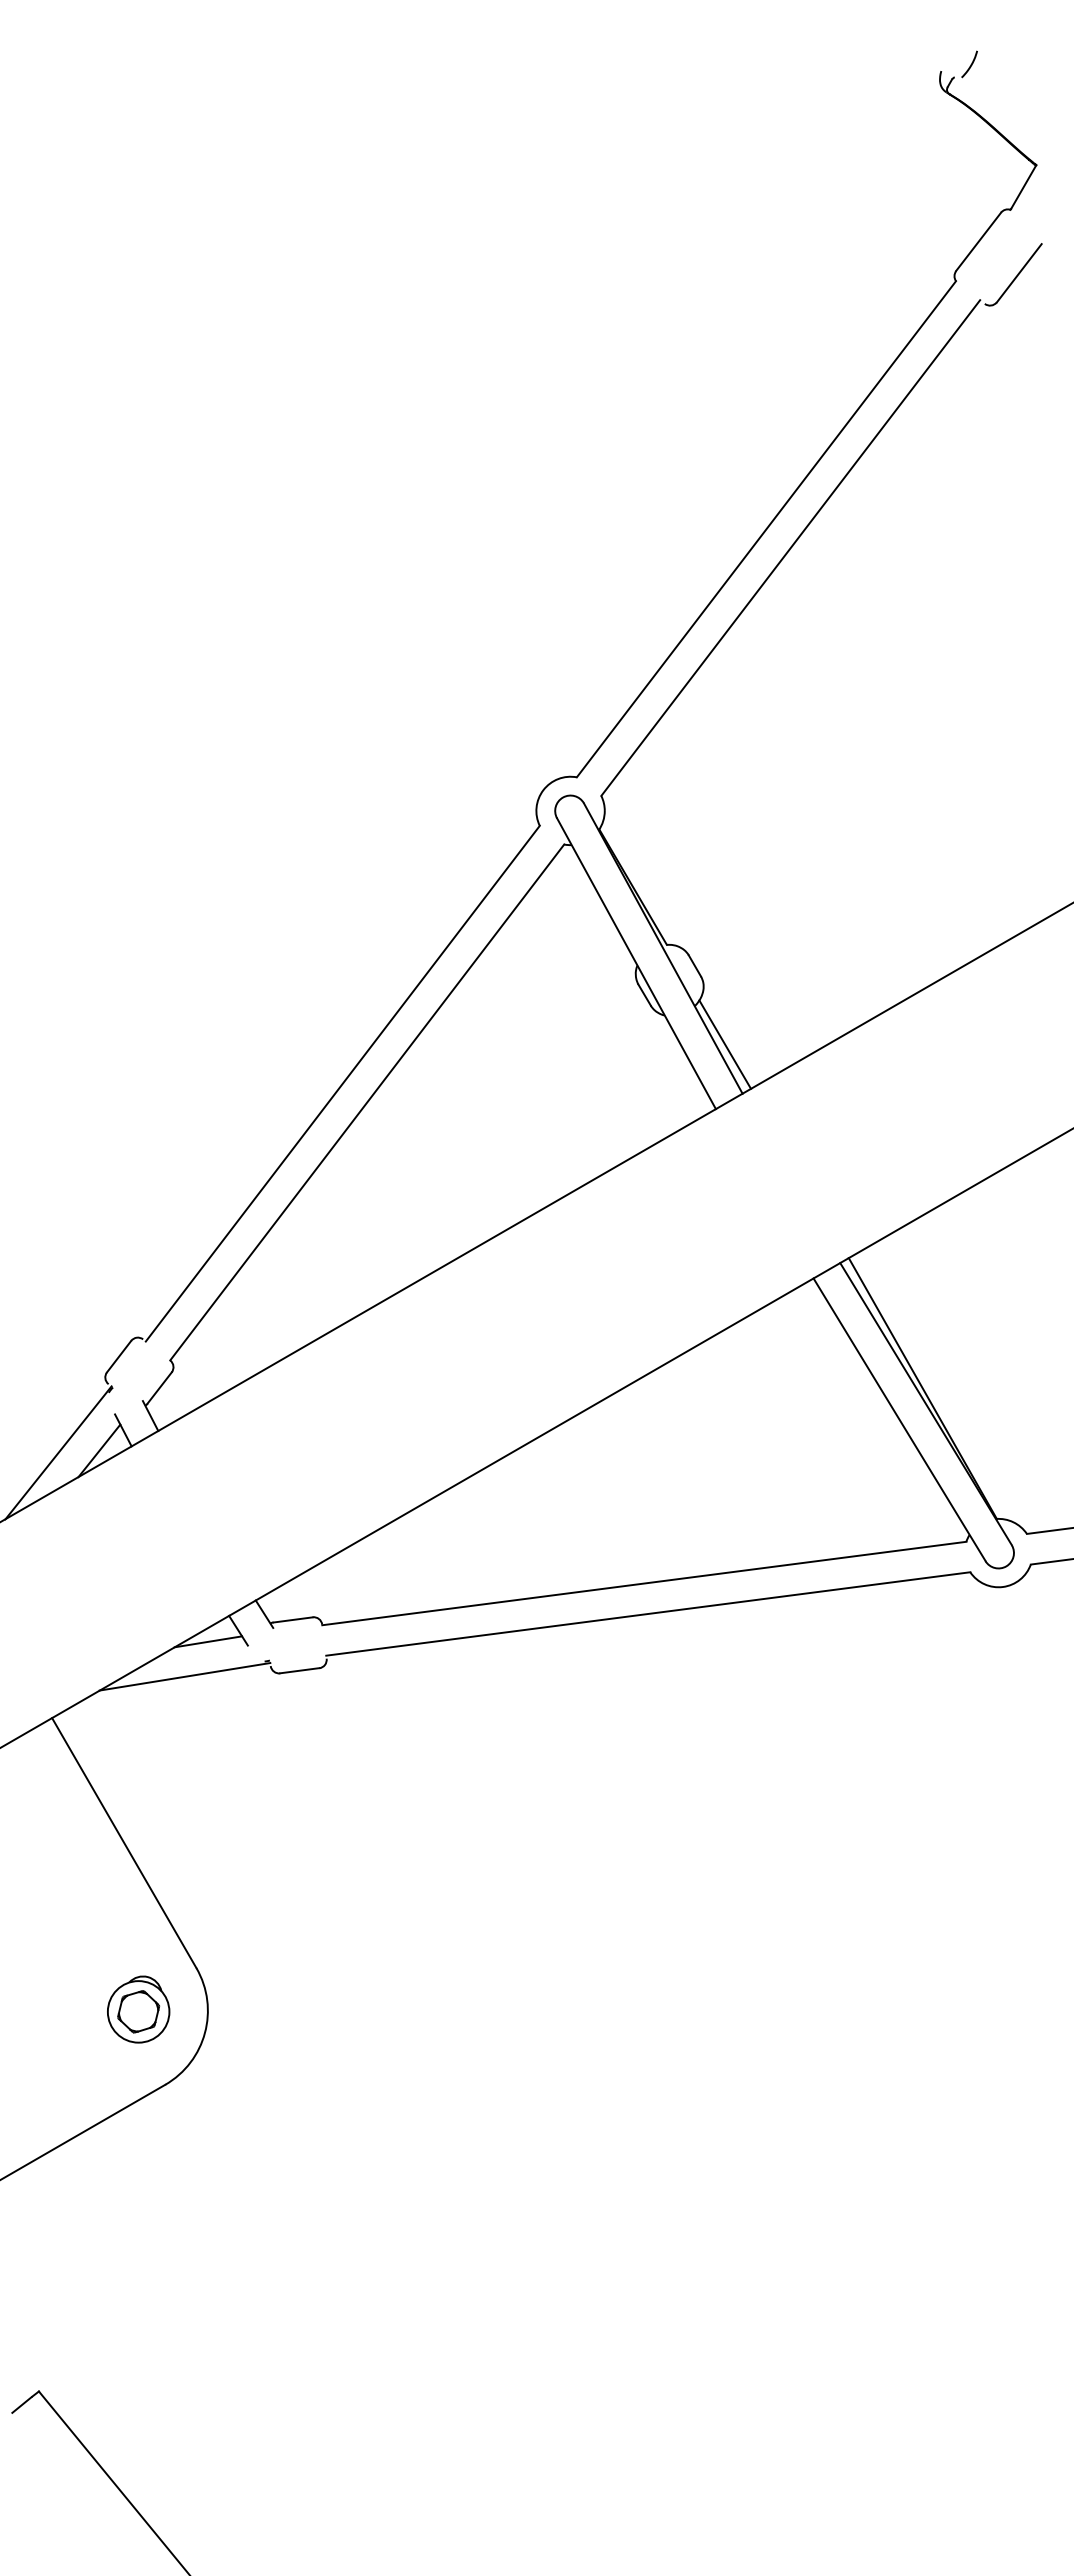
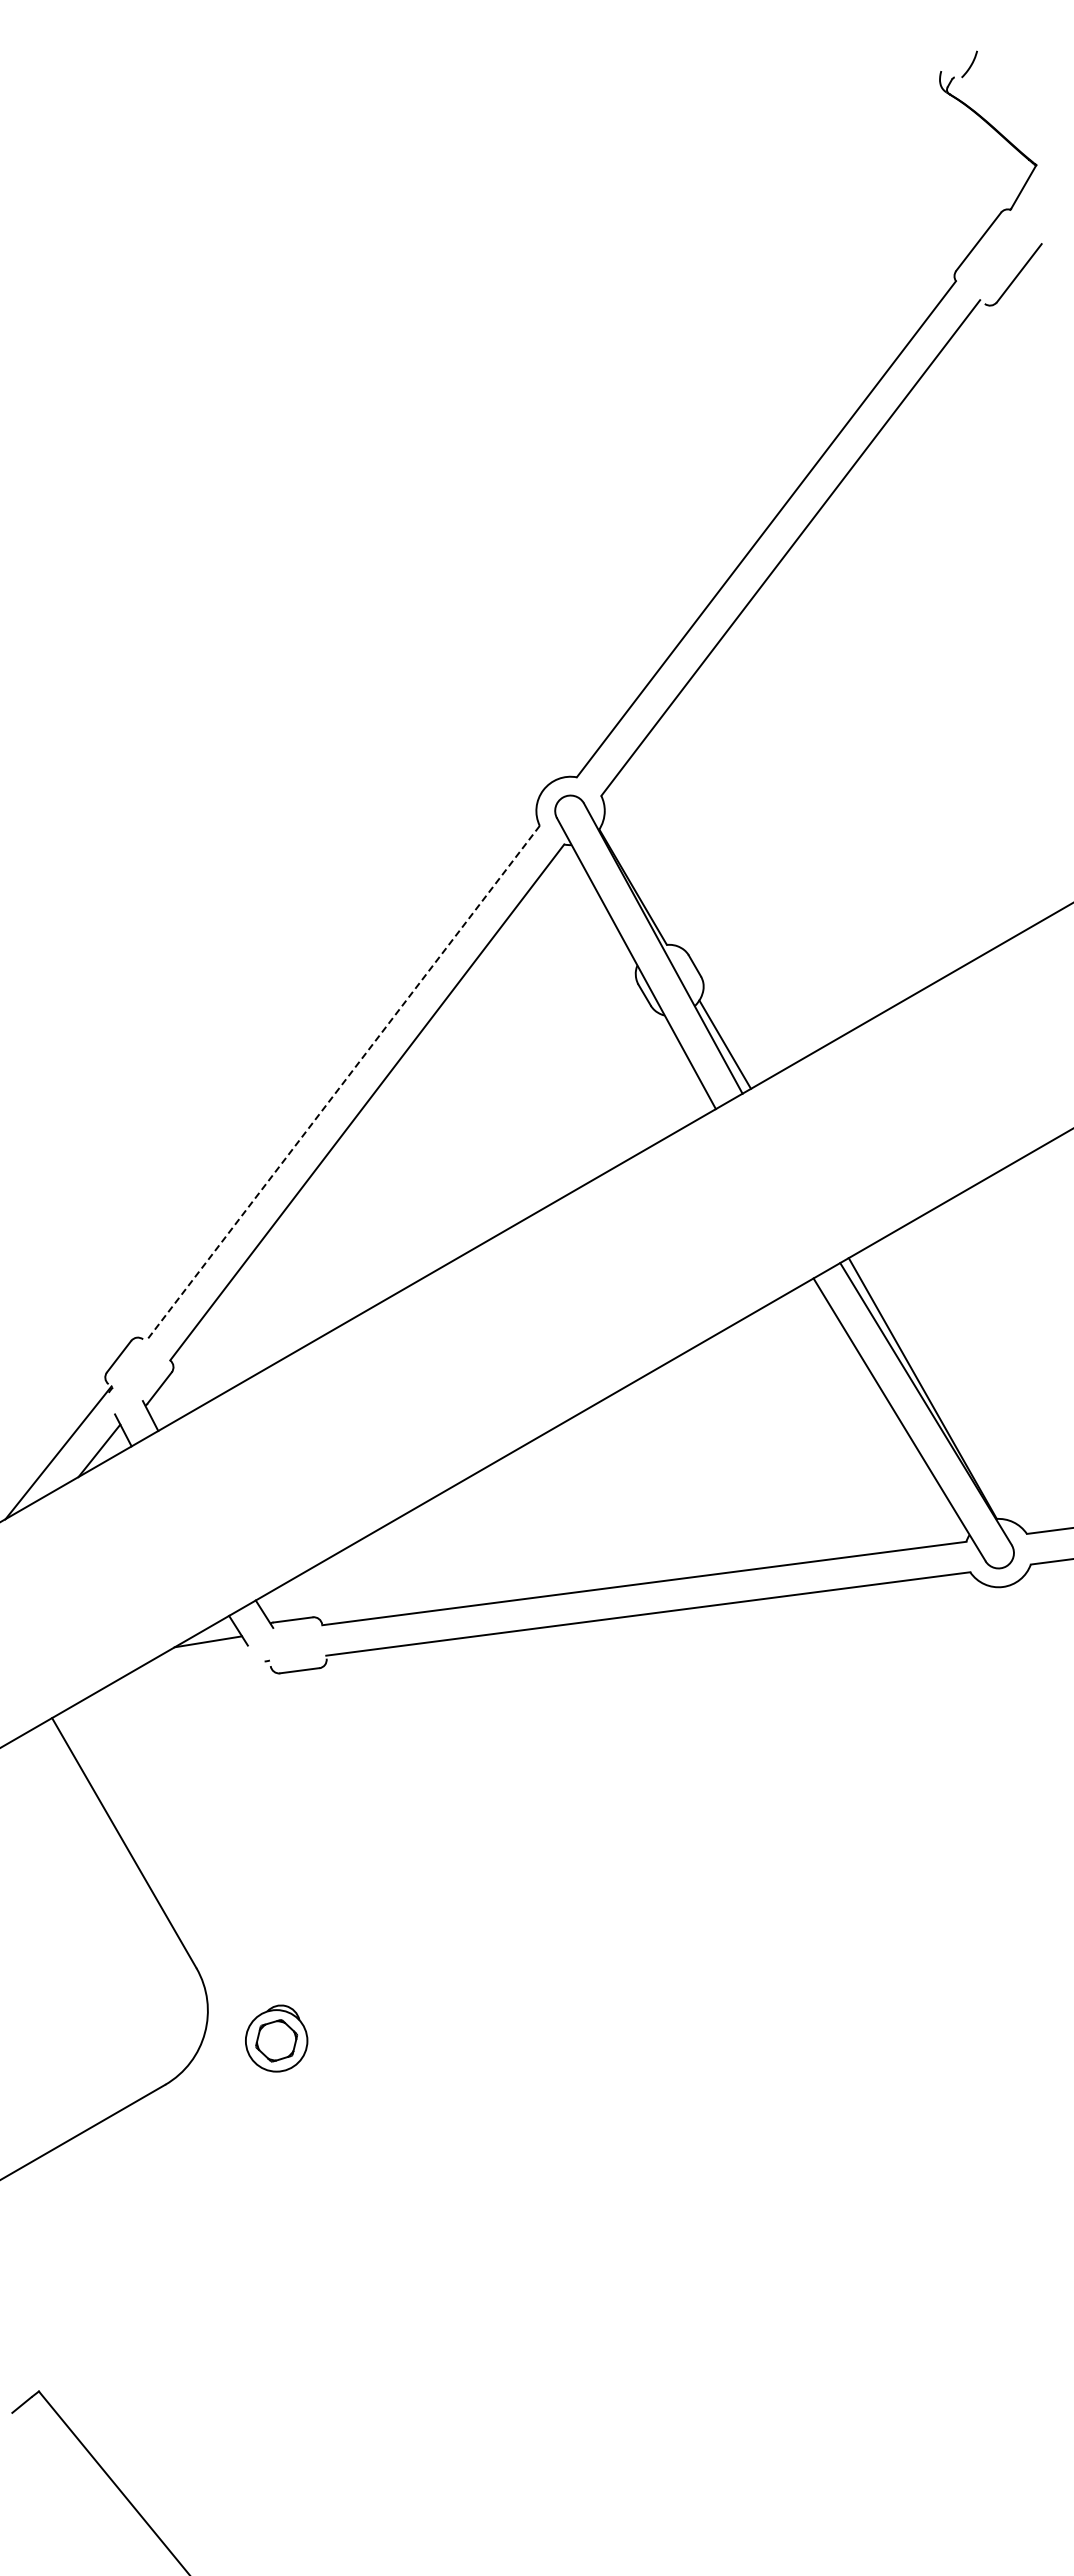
line at (342, 1084): solid -> dashed
line at (184, 1676): present -> none
part at (138, 2009) position: (138, 2009) -> (276, 2038)
